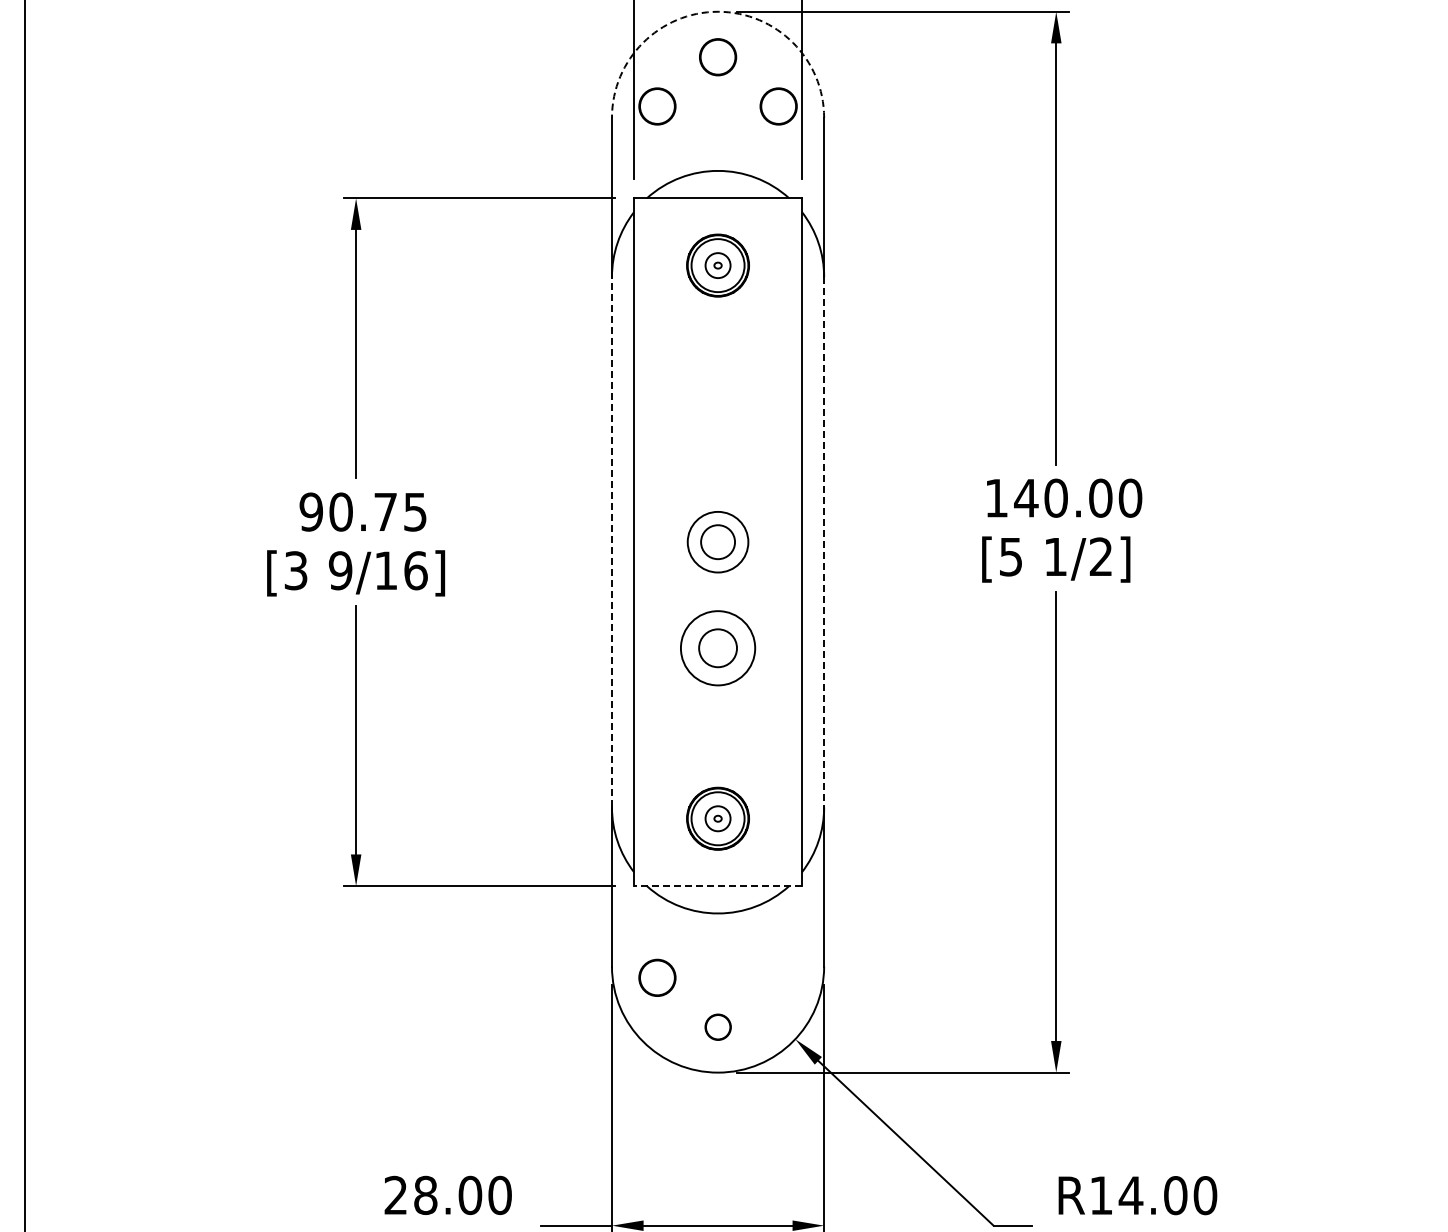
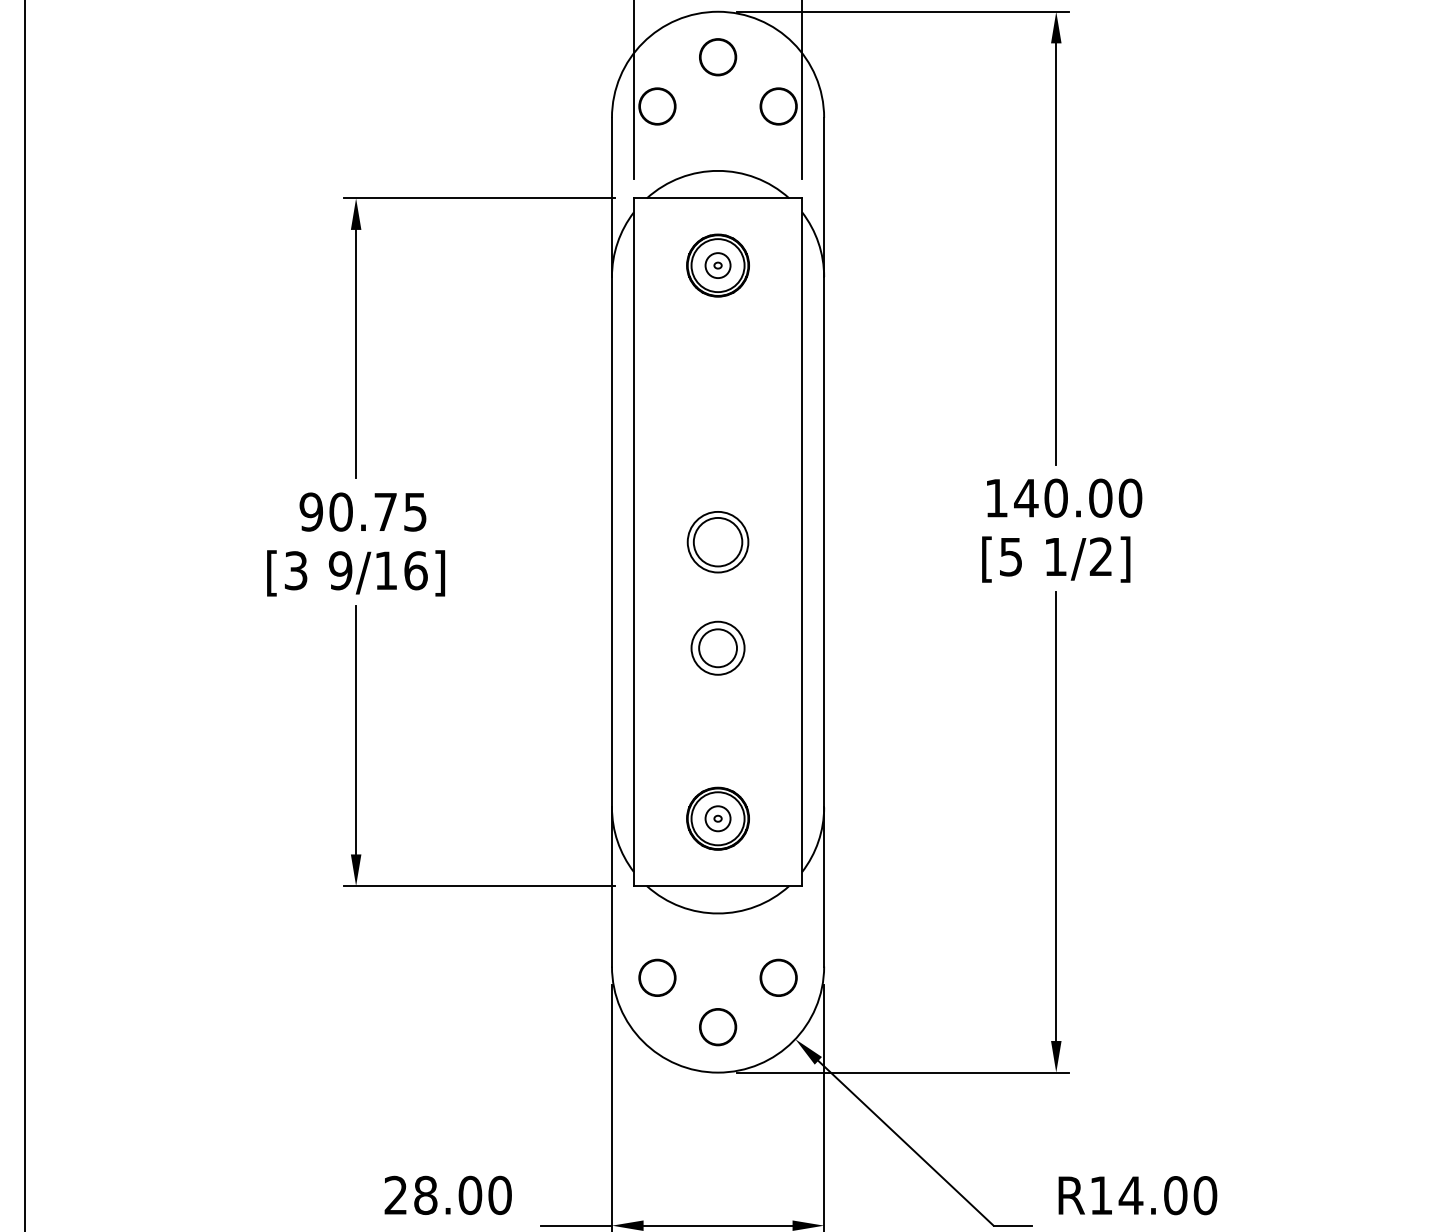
arc at (718, 11): dashed -> solid
line at (611, 541): dashed -> solid
circle at (718, 542) diameter: 34 px -> 48 px
line at (824, 542): dashed -> solid
circle at (717, 648) diameter: 74 px -> 53 px
line at (717, 886): dashed -> solid
circle at (778, 977): none -> present
circle at (717, 1026) size: 28x28 px -> 39x39 px
